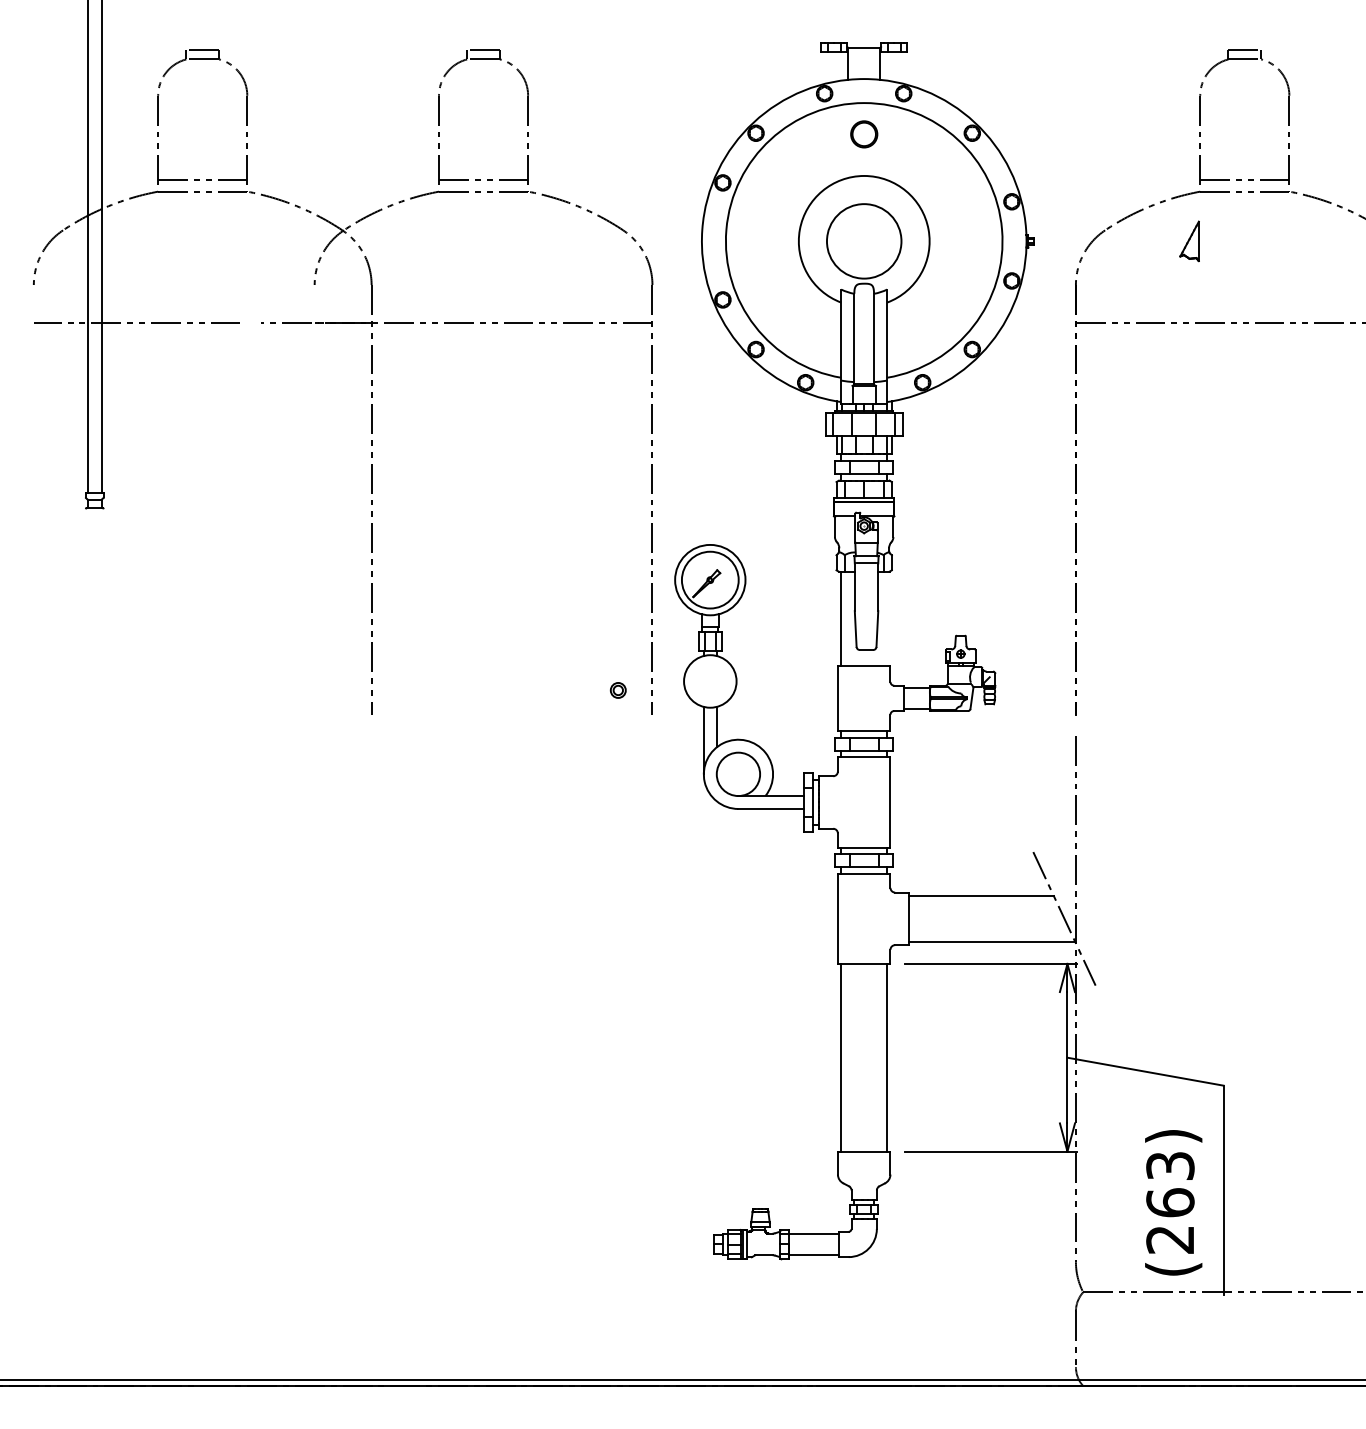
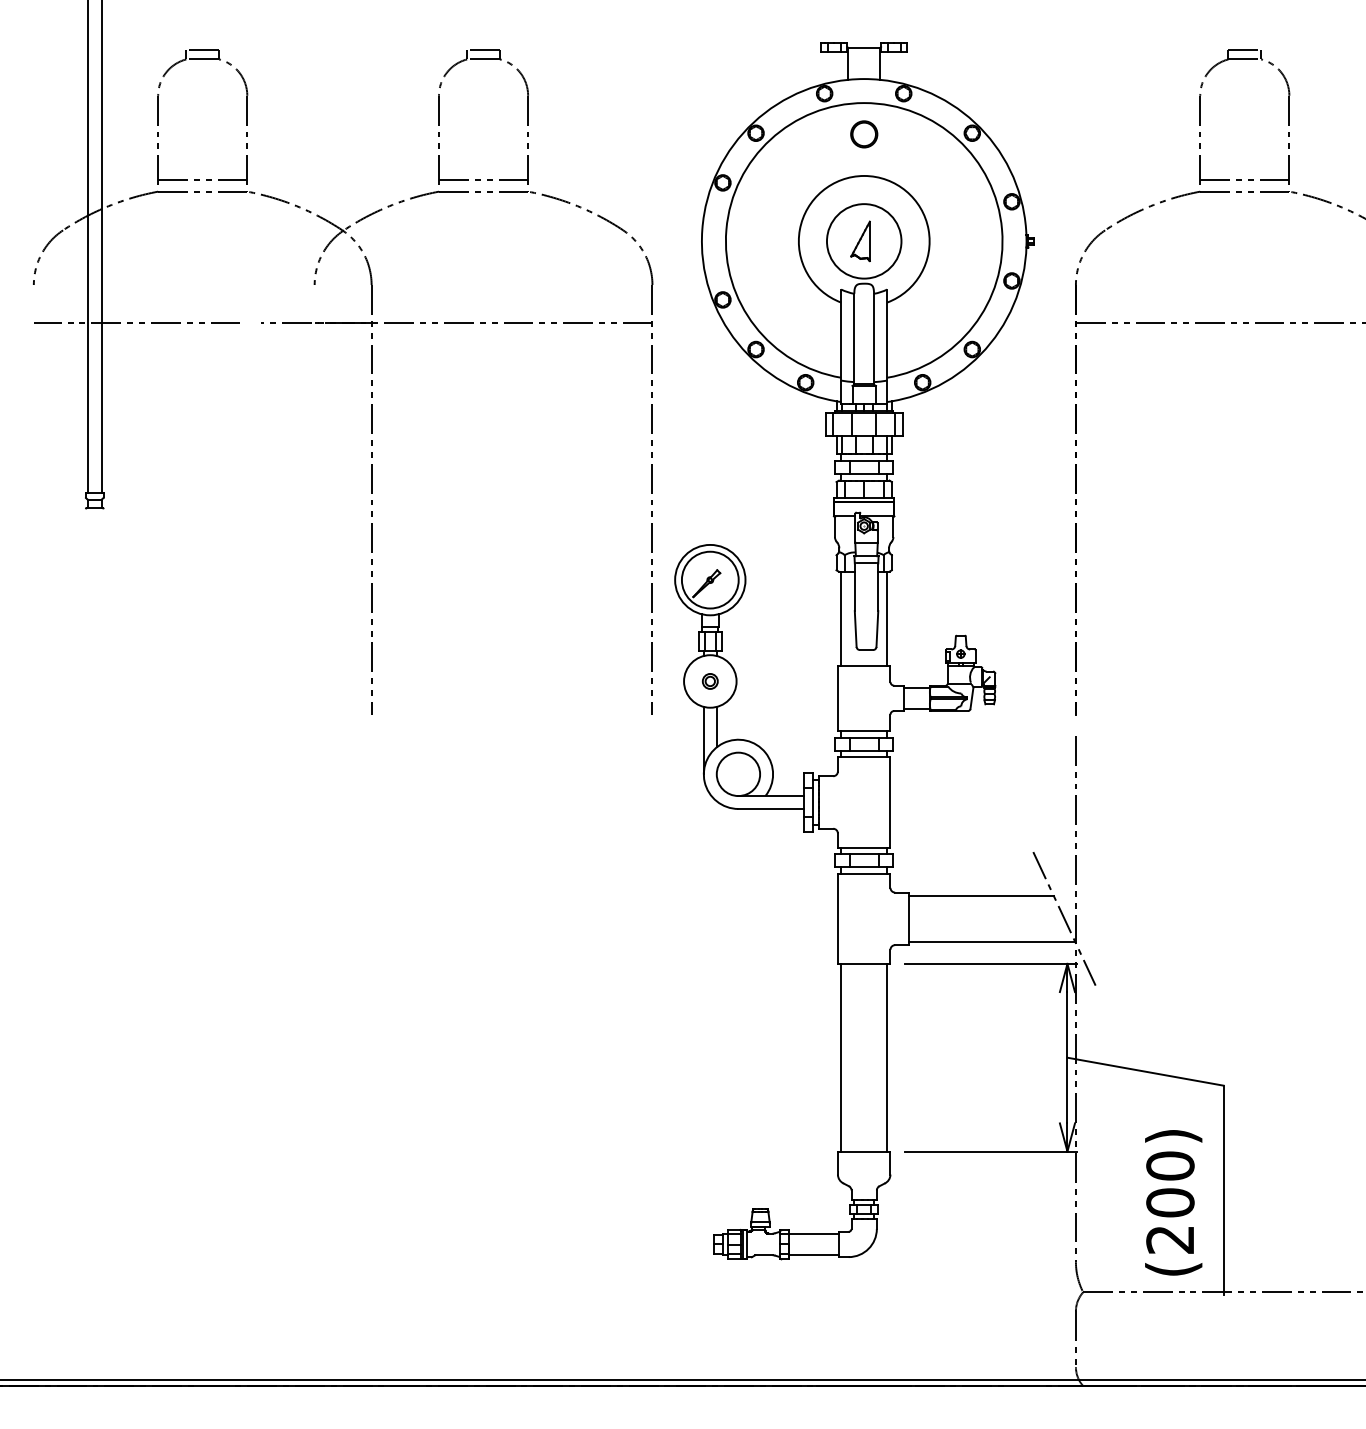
part at (1189, 241) position: (1189, 241) -> (860, 241)
line at (887, 618): none -> present
part at (617, 690) position: (617, 690) -> (709, 681)
text at (1170, 1184): (263) -> (200)
